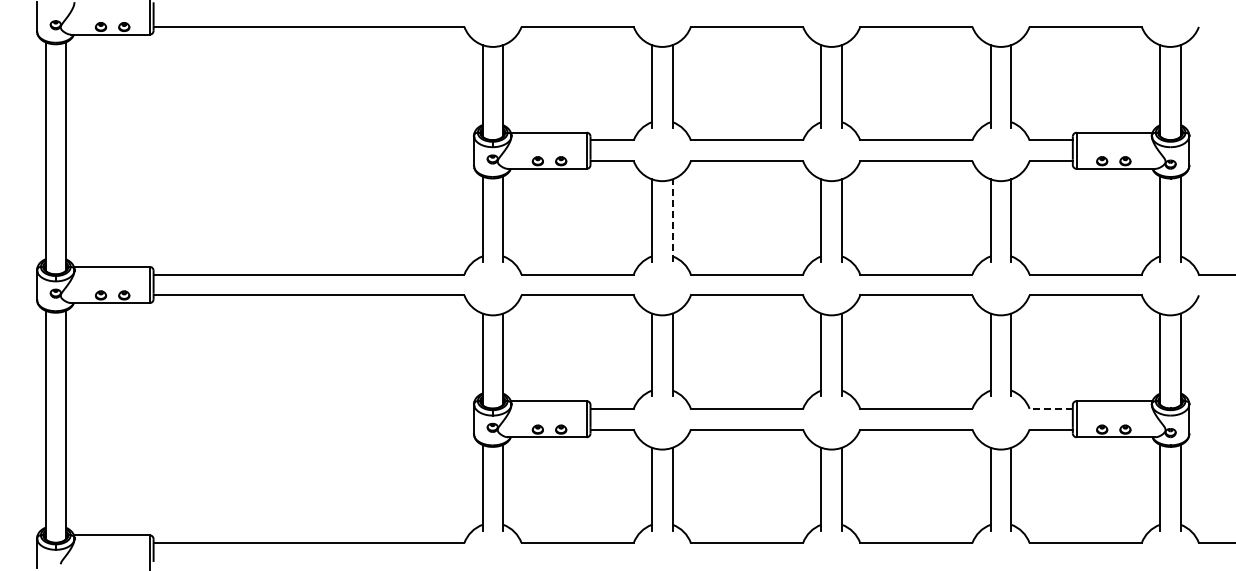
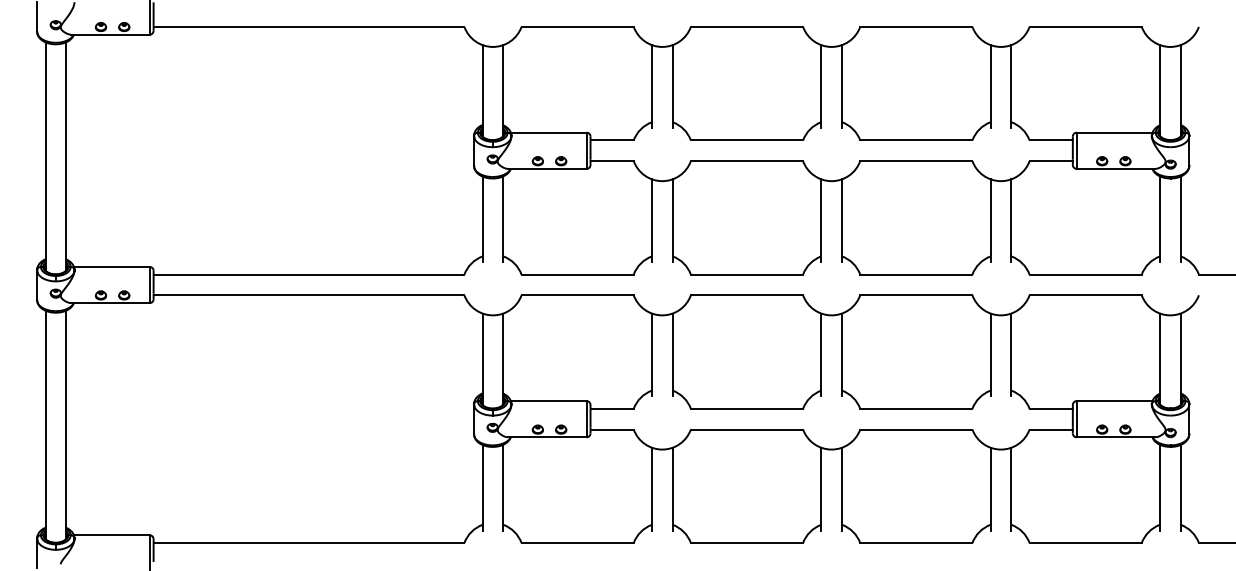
line at (672, 220): dashed -> solid
line at (1051, 408): dashed -> solid
